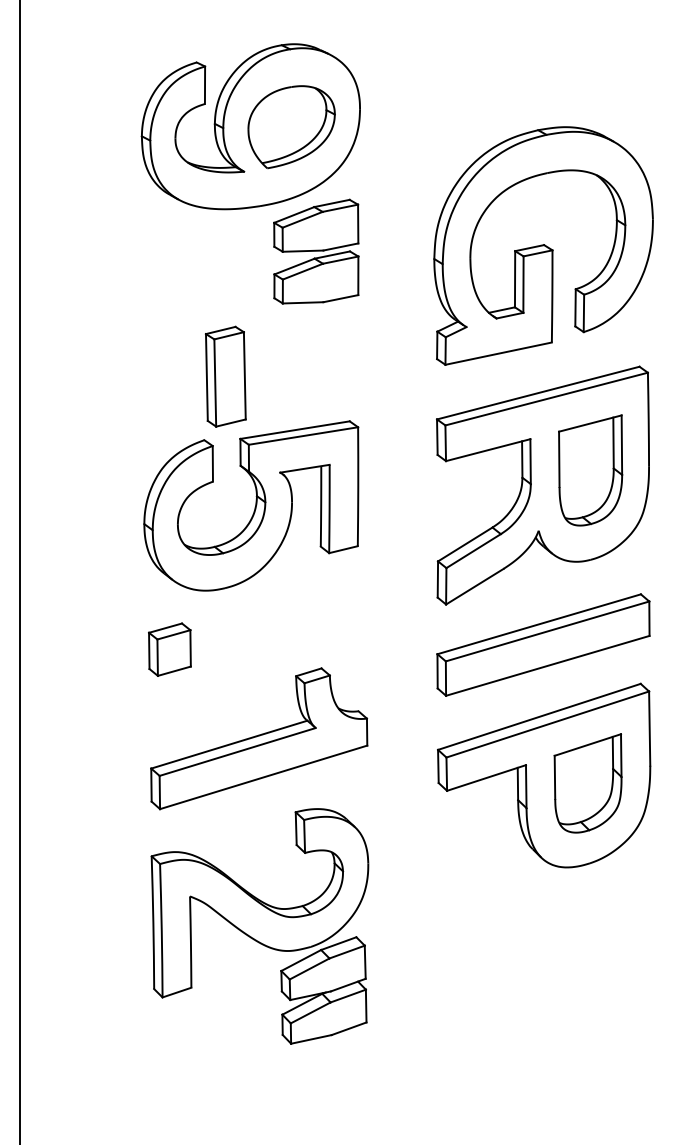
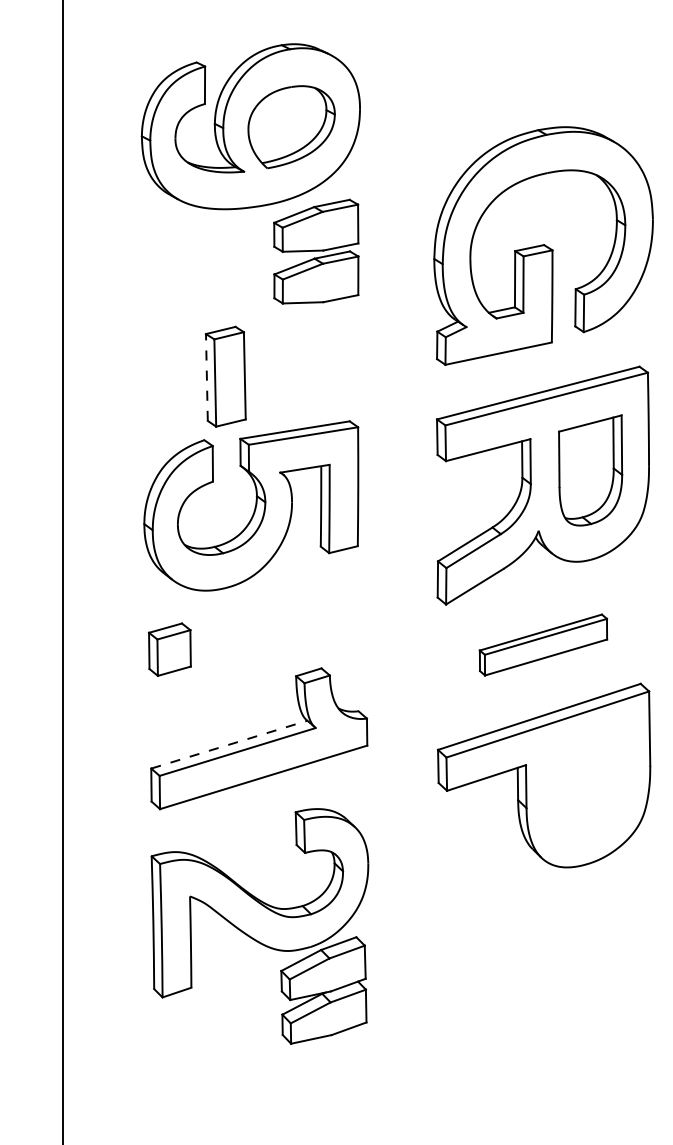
line at (206, 376): solid -> dashed
line at (20, 571) position: (20, 571) -> (63, 571)
part at (543, 644) size: 215x104 px -> 131x64 px
line at (229, 744): solid -> dashed
part at (587, 783): present -> none
